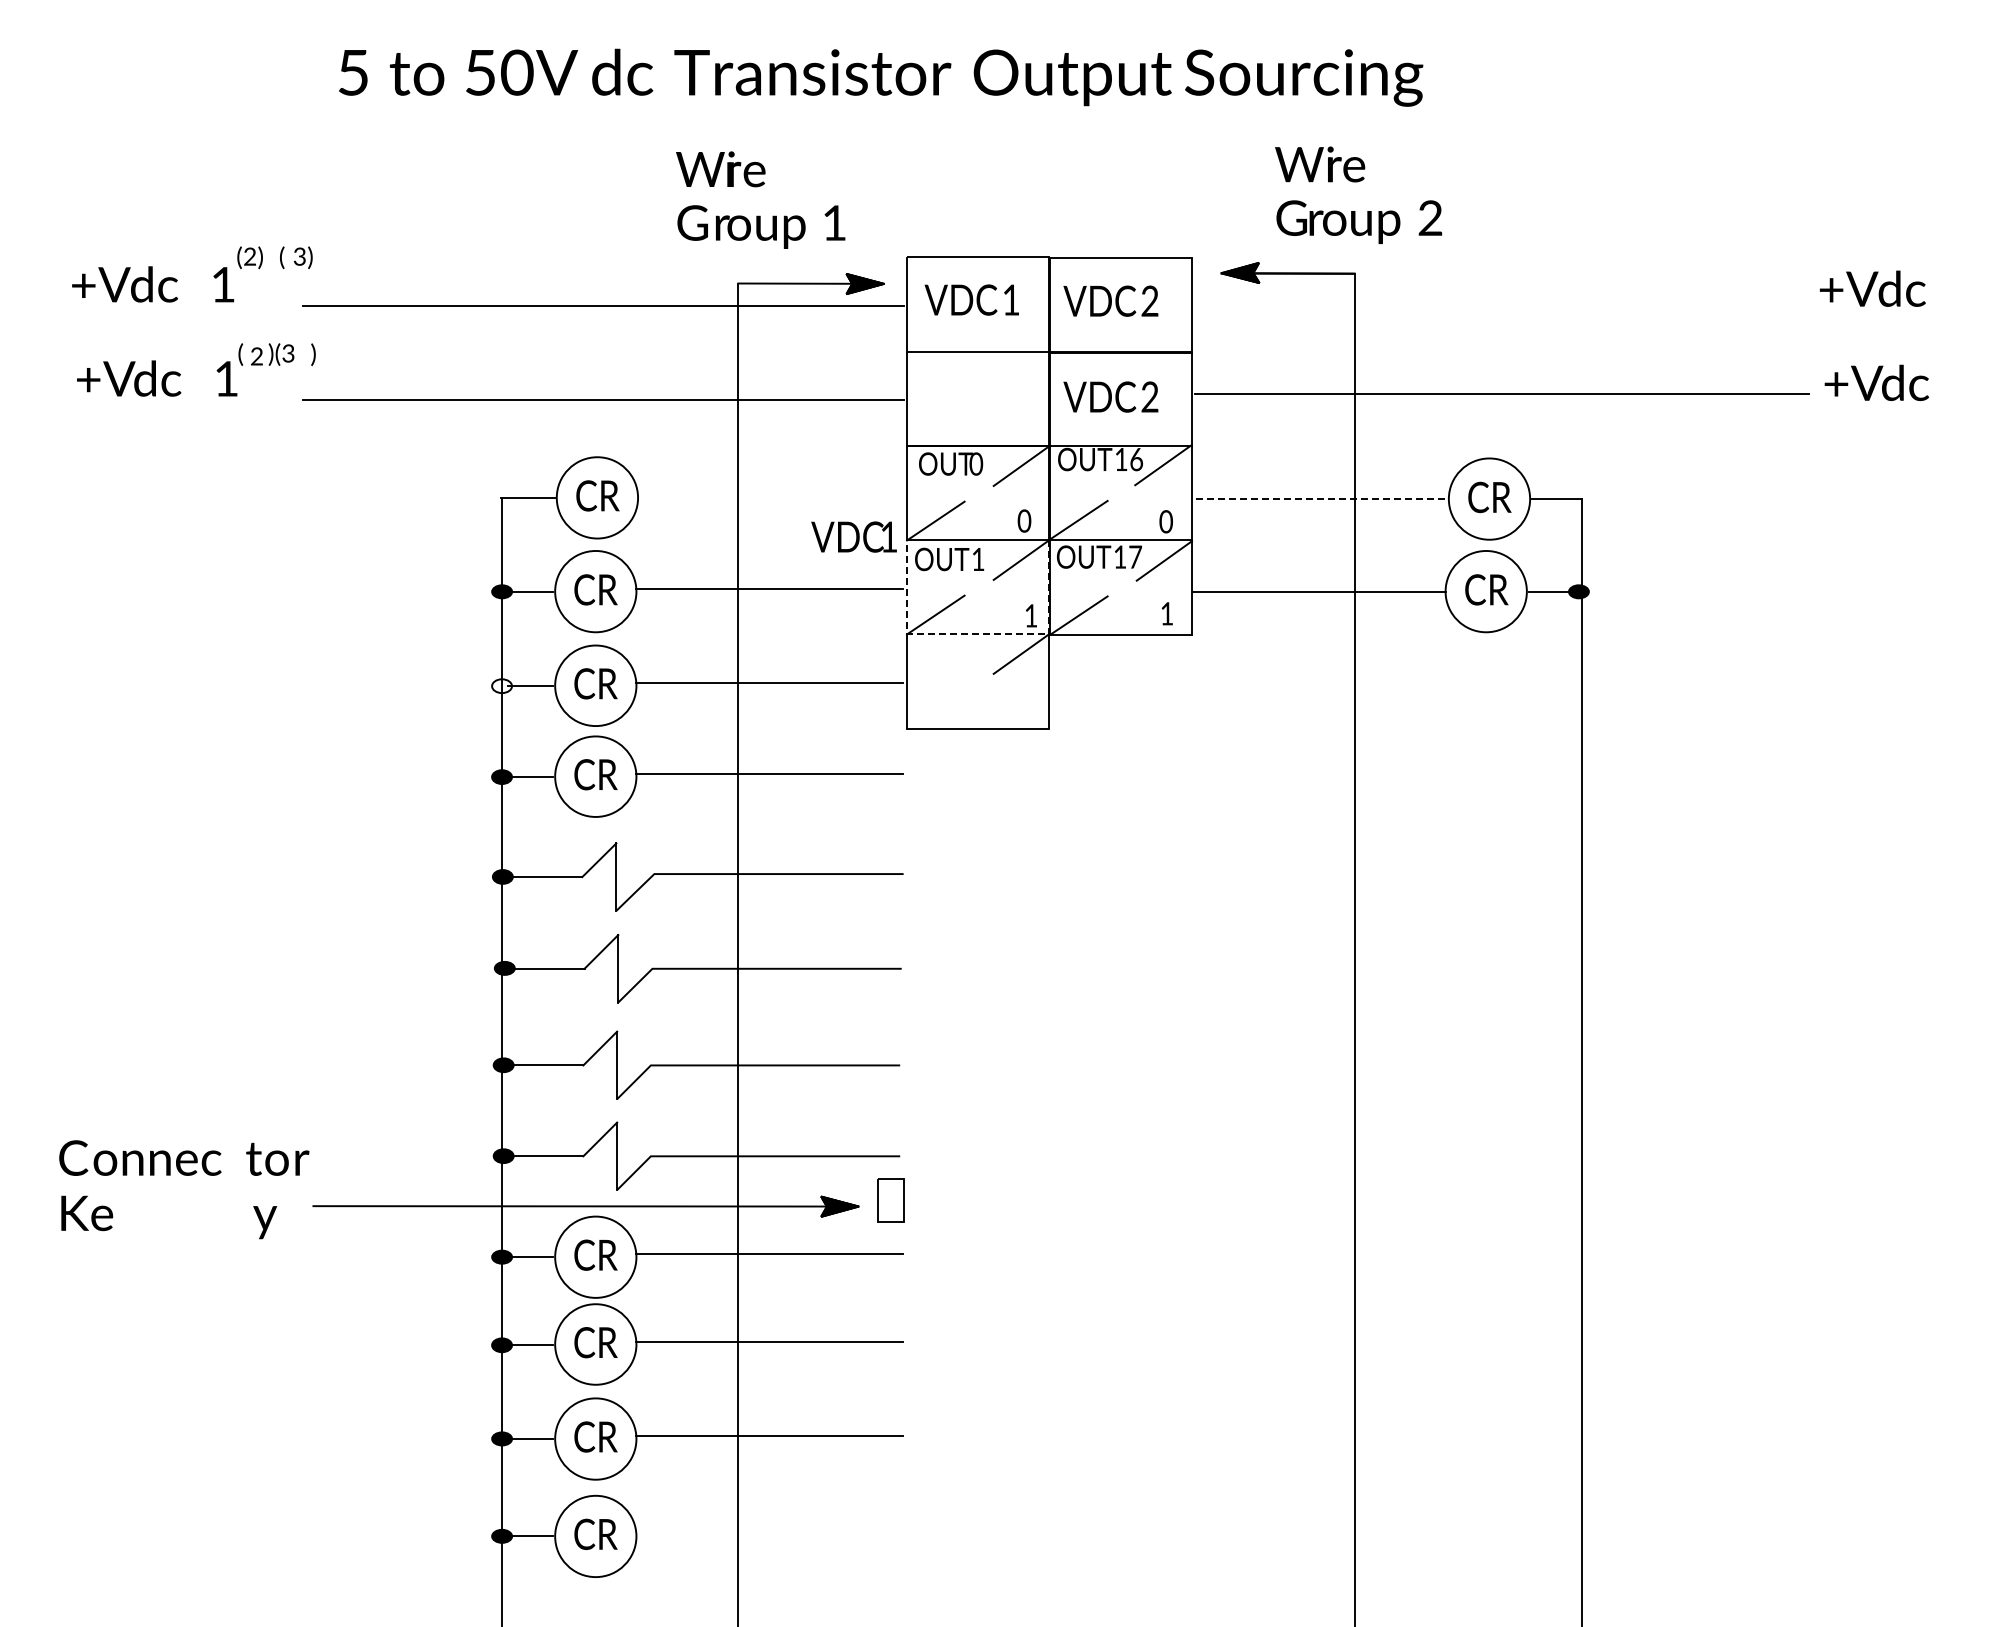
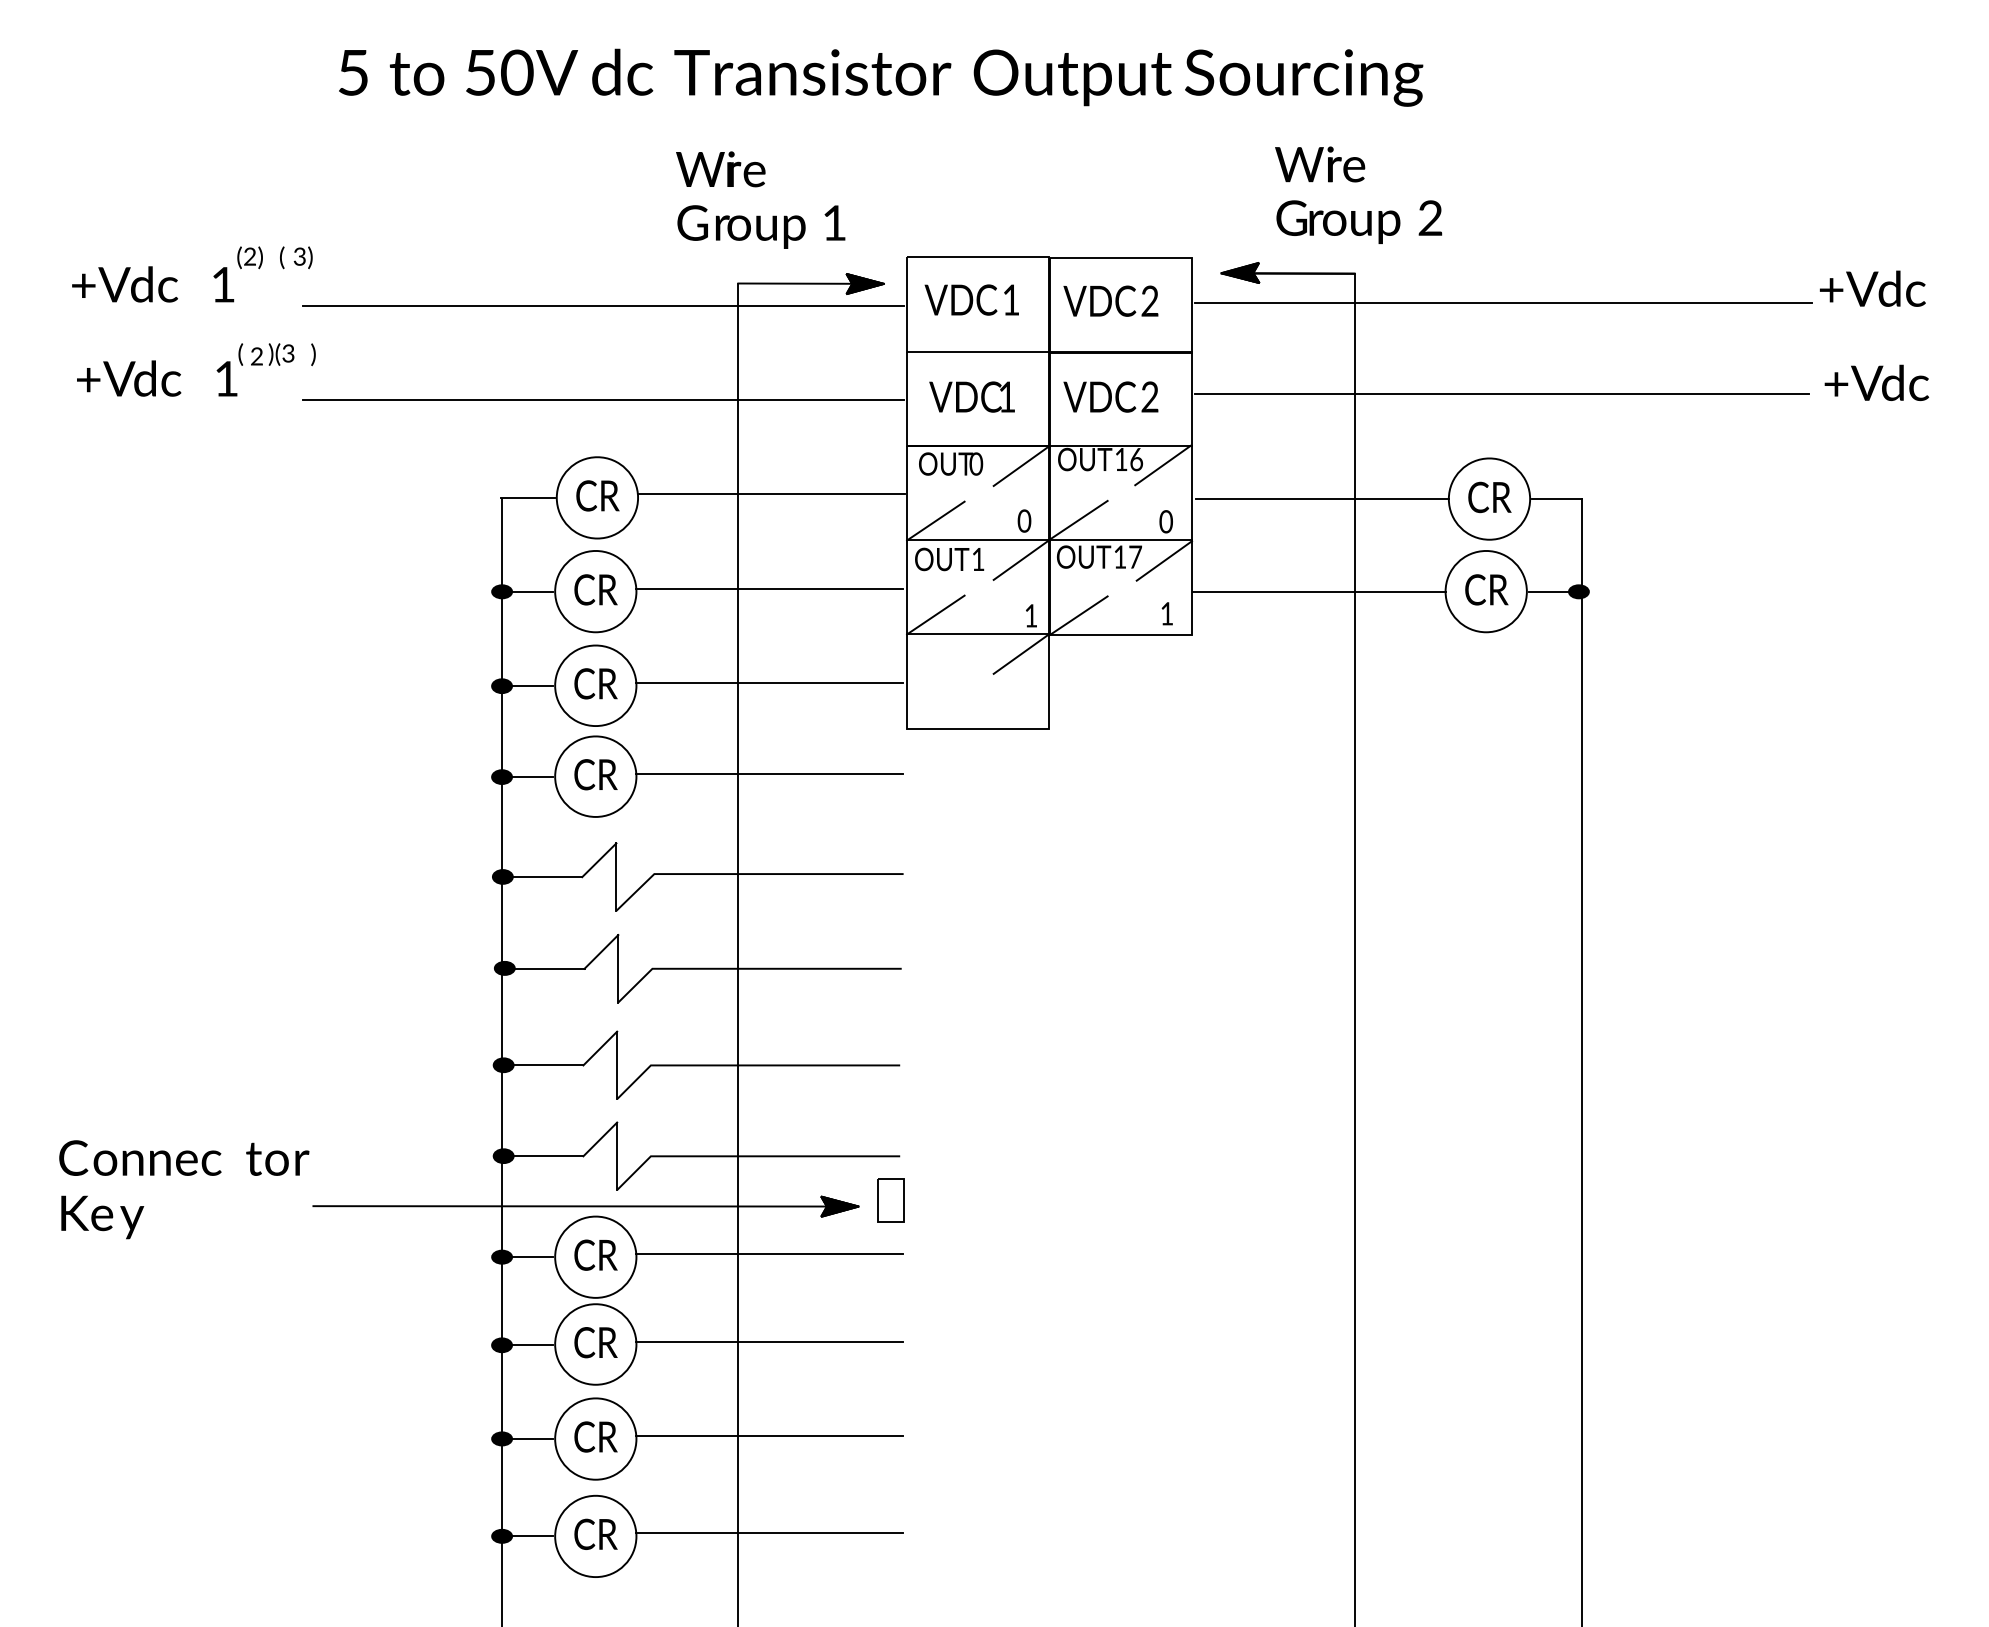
line at (1503, 303): none -> present
line at (770, 494): none -> present
line at (1322, 499): dashed -> solid
text at (853, 536) position: (853, 536) -> (971, 396)
line at (978, 634): dashed -> solid
fill at (502, 686): none -> present
text at (265, 1222) position: (265, 1222) -> (132, 1222)
line at (769, 1532): none -> present
